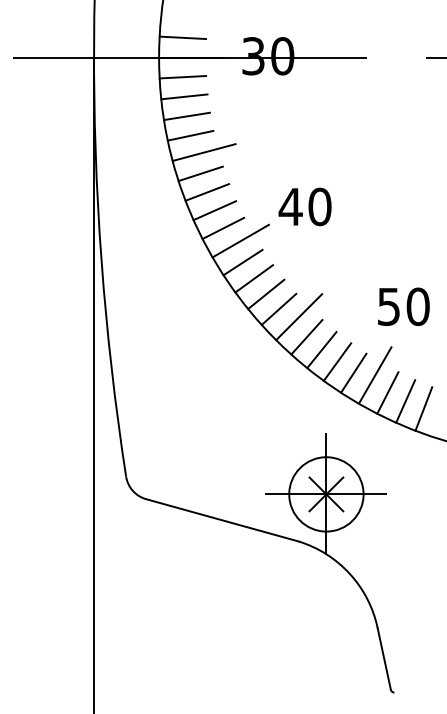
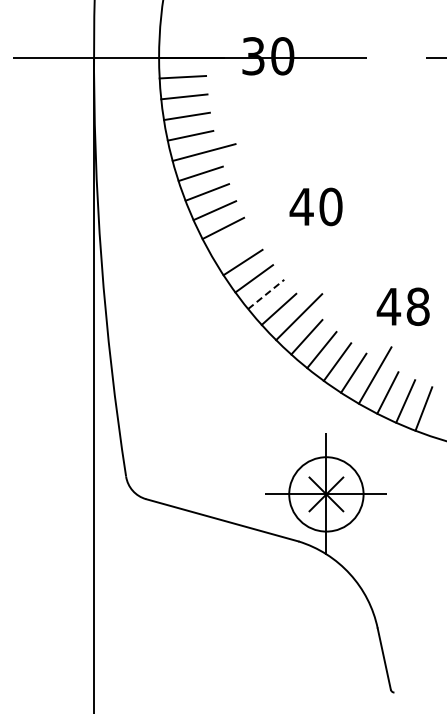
line at (182, 37): present -> none
text at (304, 206) position: (304, 206) -> (315, 206)
line at (240, 240): present -> none
line at (266, 294): solid -> dashed
text at (402, 306): 50 -> 48
